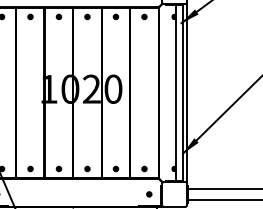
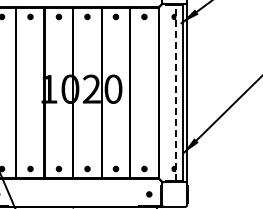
line at (176, 92): solid -> dashed
line at (223, 188): present -> none
line at (223, 200): present -> none
